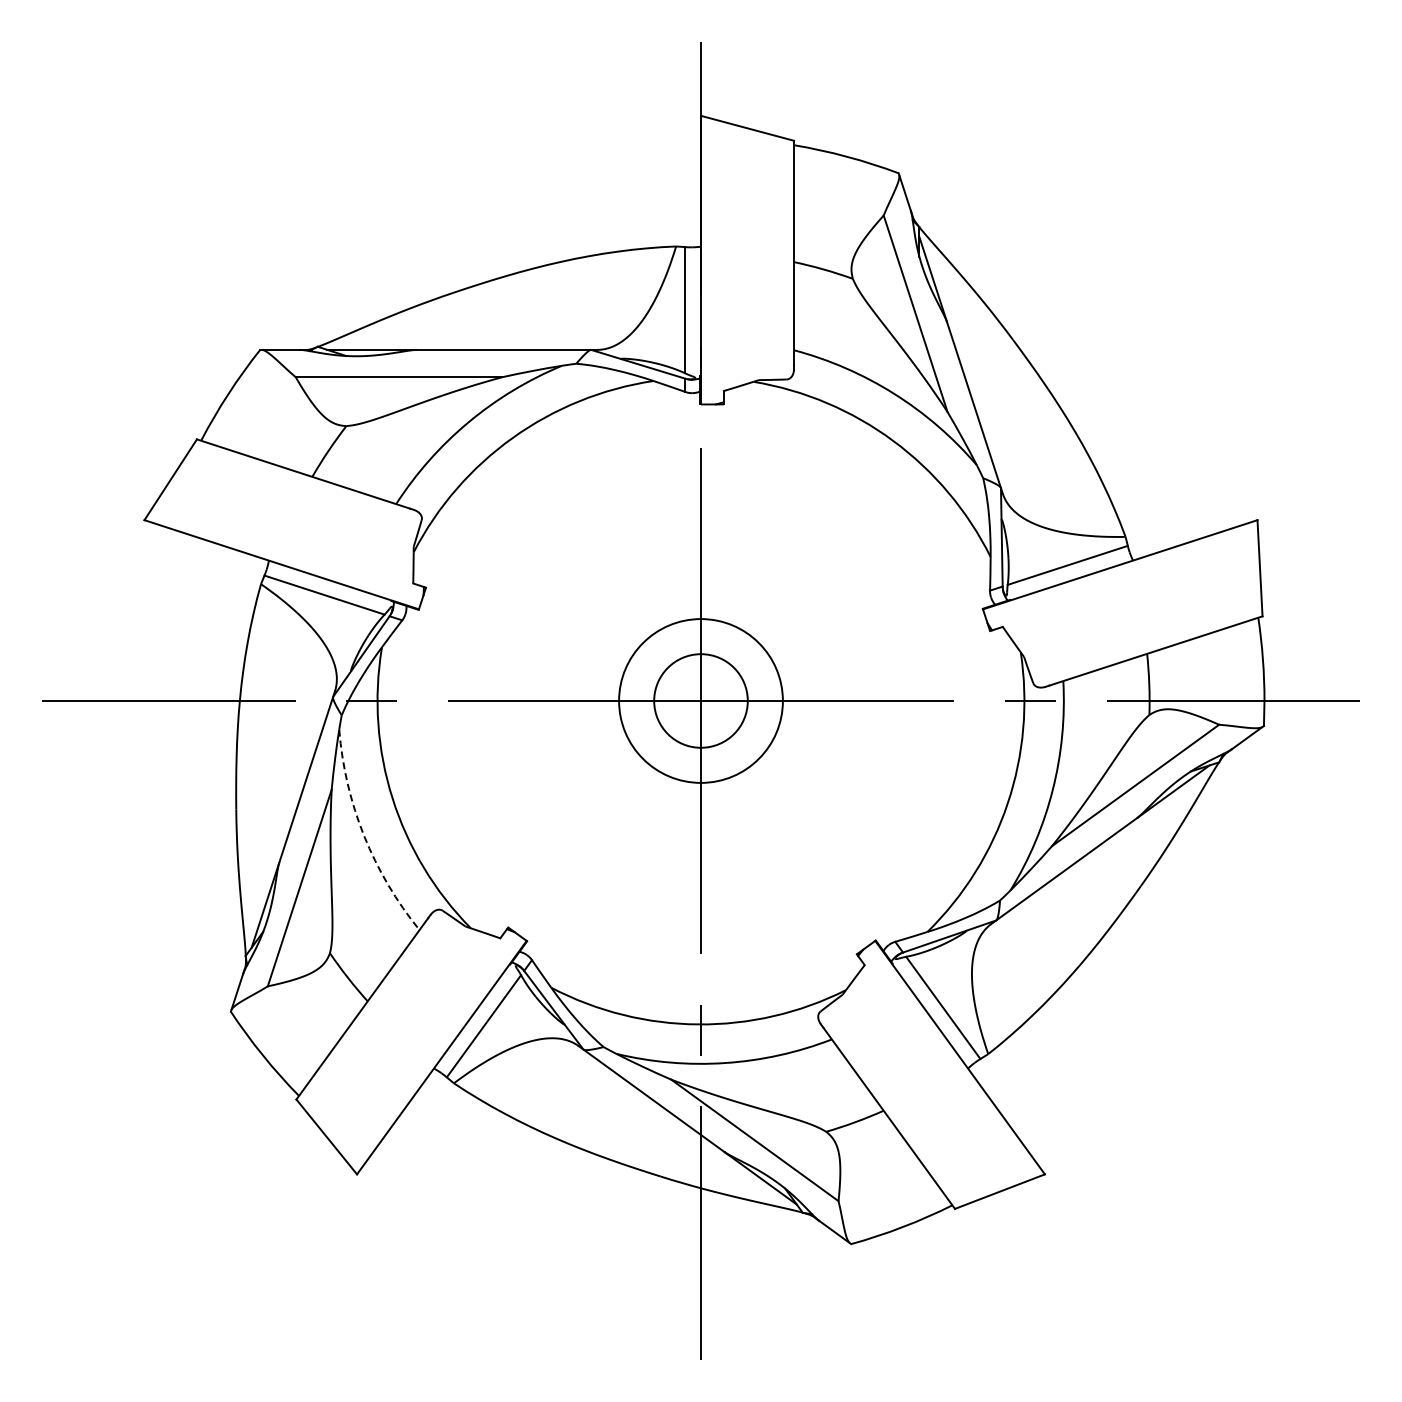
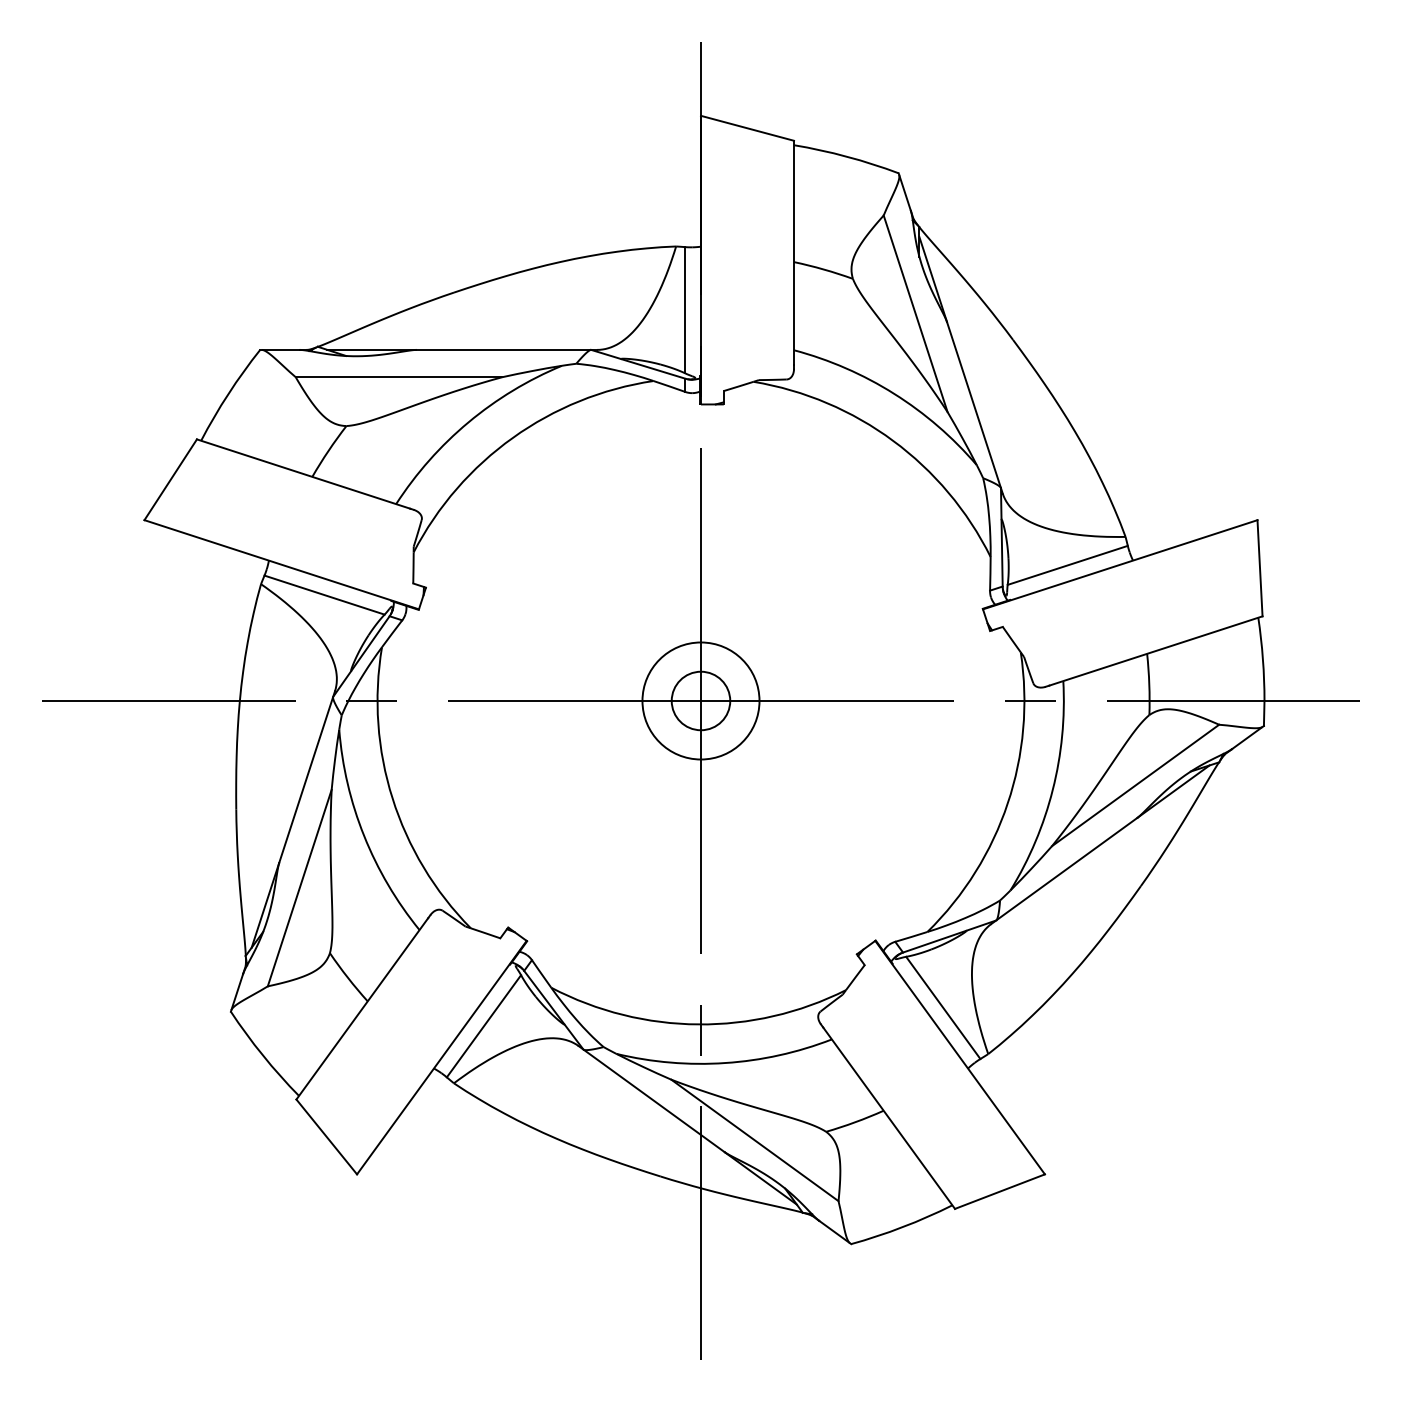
circle at (700, 700) diameter: 164 px -> 117 px
circle at (700, 700) diameter: 94 px -> 59 px
arc at (364, 835): dashed -> solid
